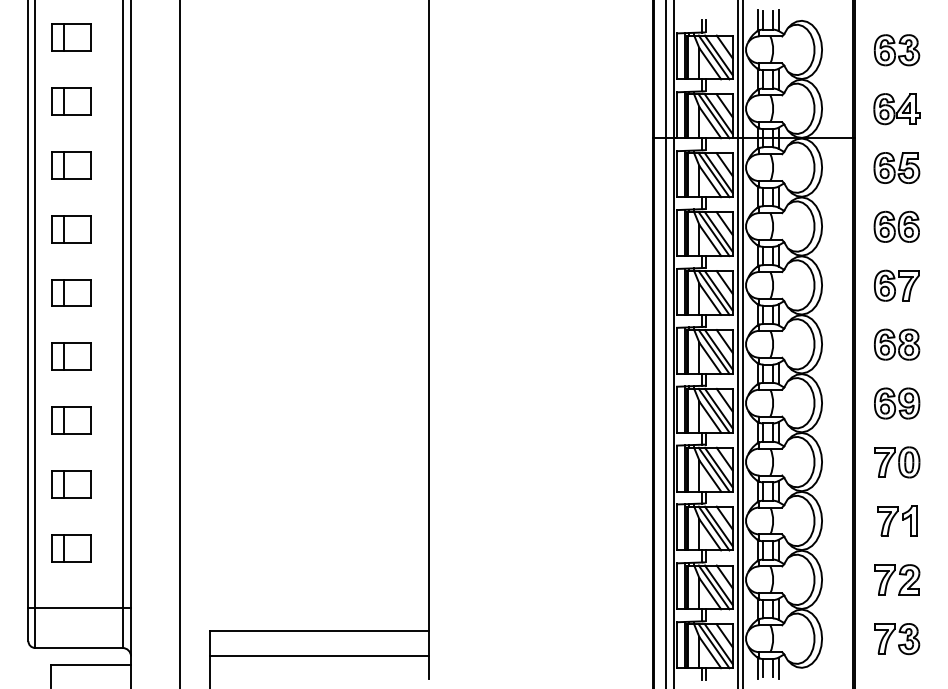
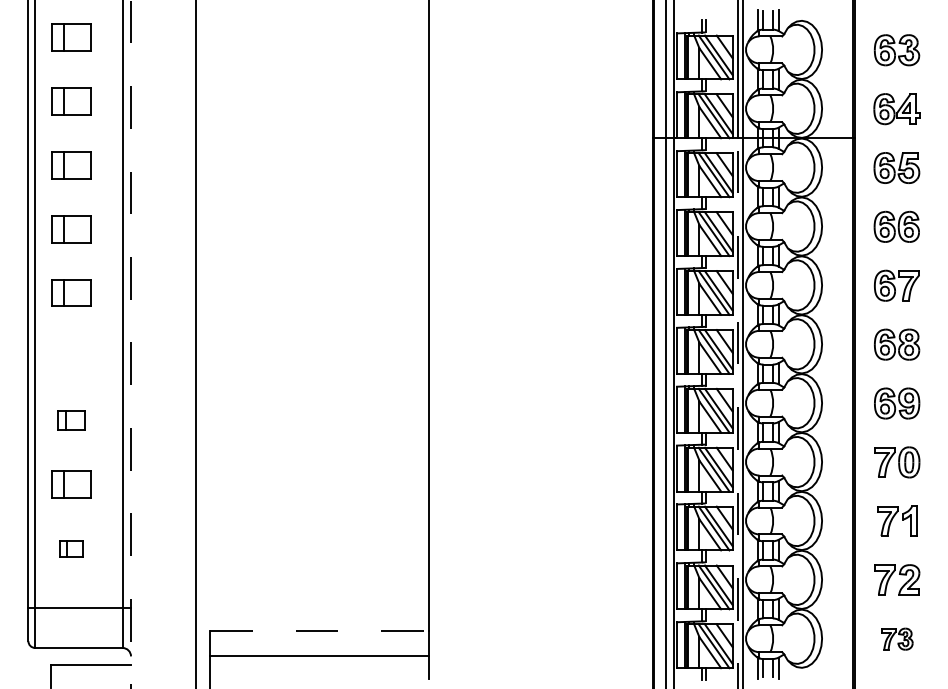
line at (179, 343) position: (179, 343) -> (195, 343)
line at (131, 344): solid -> dashed
part at (71, 356): present -> none
line at (737, 413): solid -> dashed
part at (71, 420) size: 41x29 px -> 29x21 px
part at (71, 548) size: 41x29 px -> 25x18 px
line at (319, 631): solid -> dashed
part at (897, 639) size: 47x33 px -> 33x24 px
